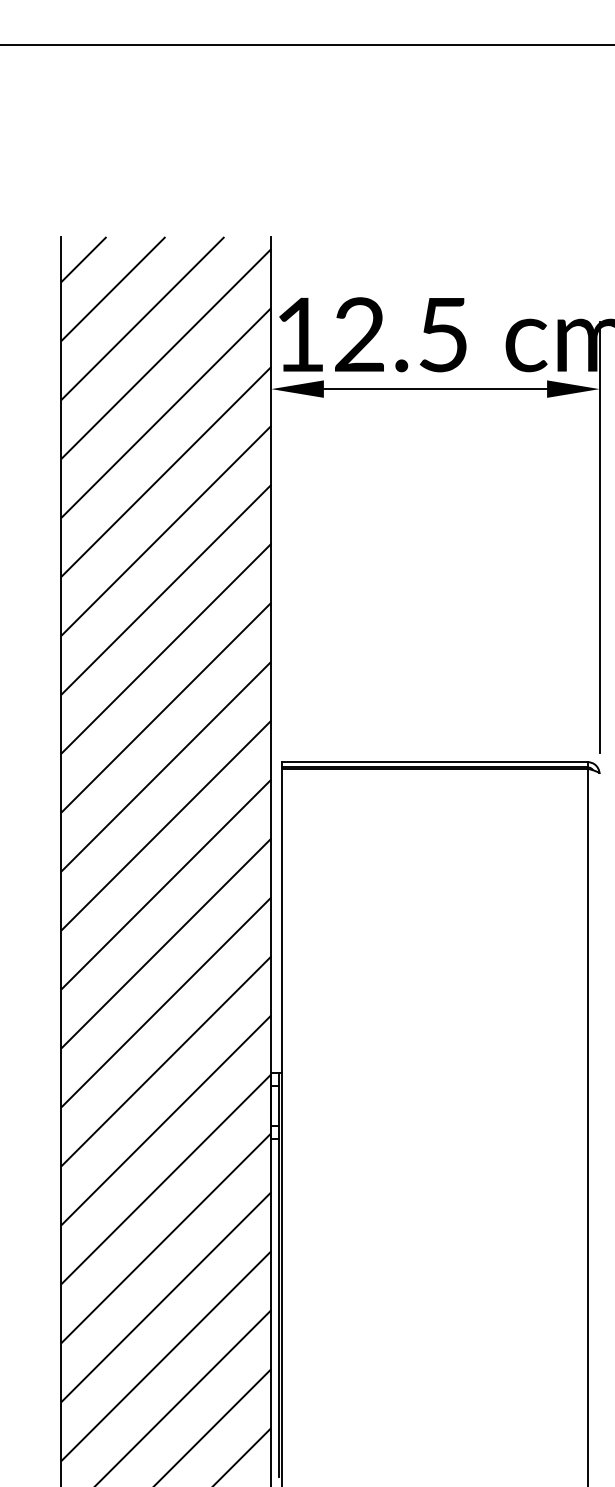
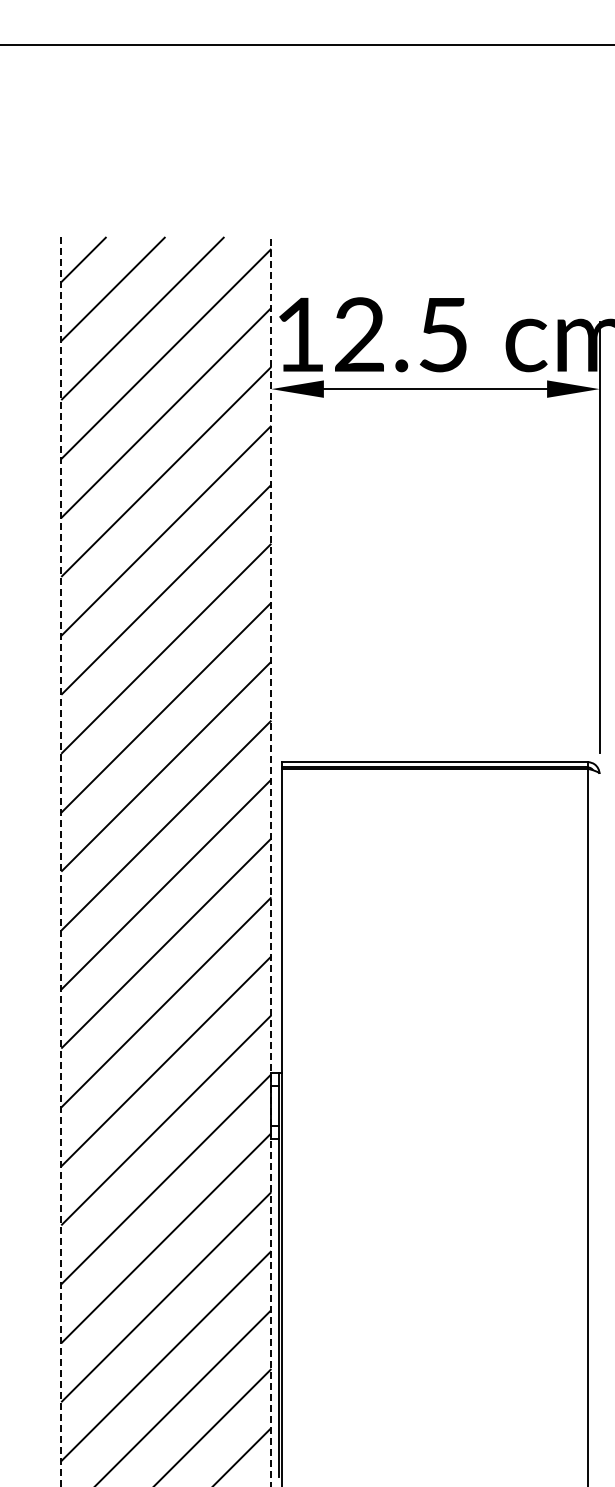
line at (61, 861): solid -> dashed
line at (271, 861): solid -> dashed
